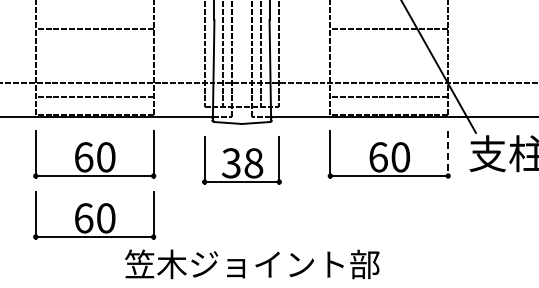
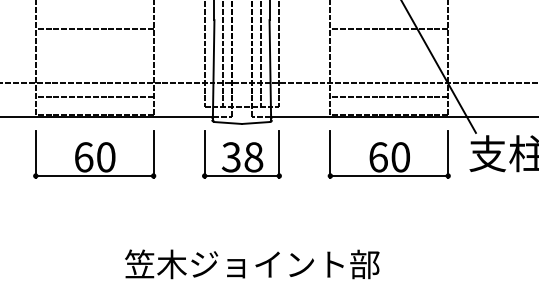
line at (448, 154): dashed -> solid
part at (241, 160) position: (241, 160) -> (241, 154)
part at (94, 215): present -> none
